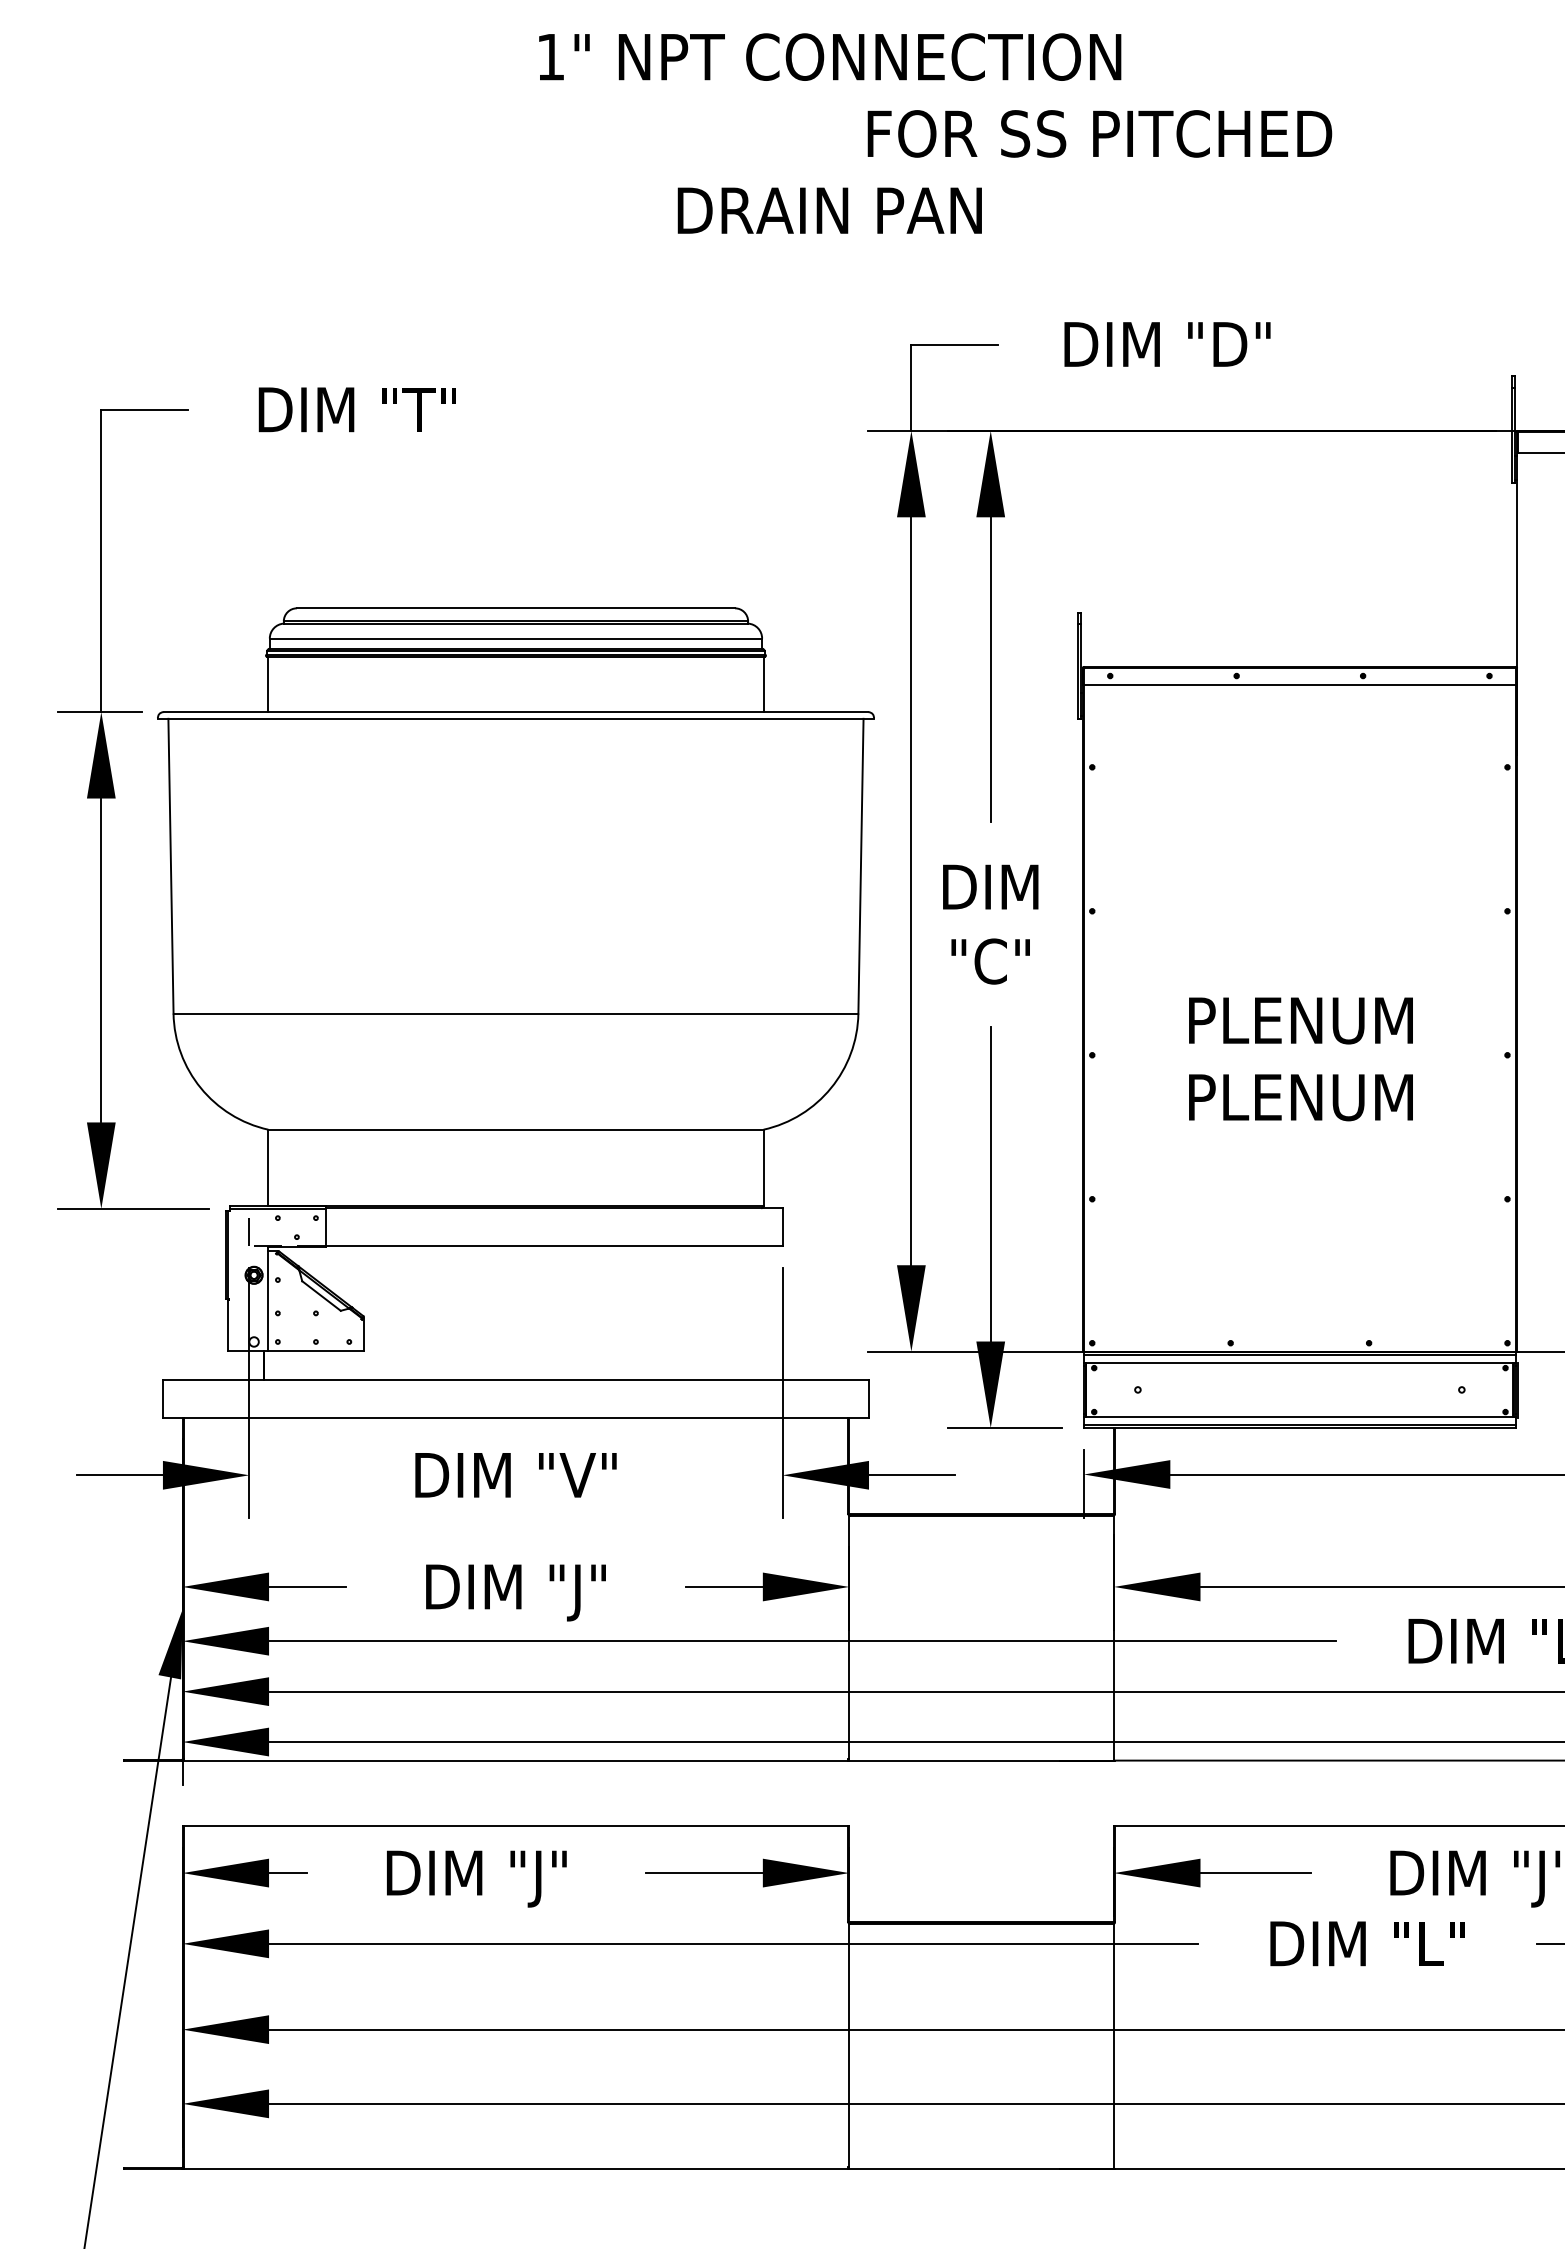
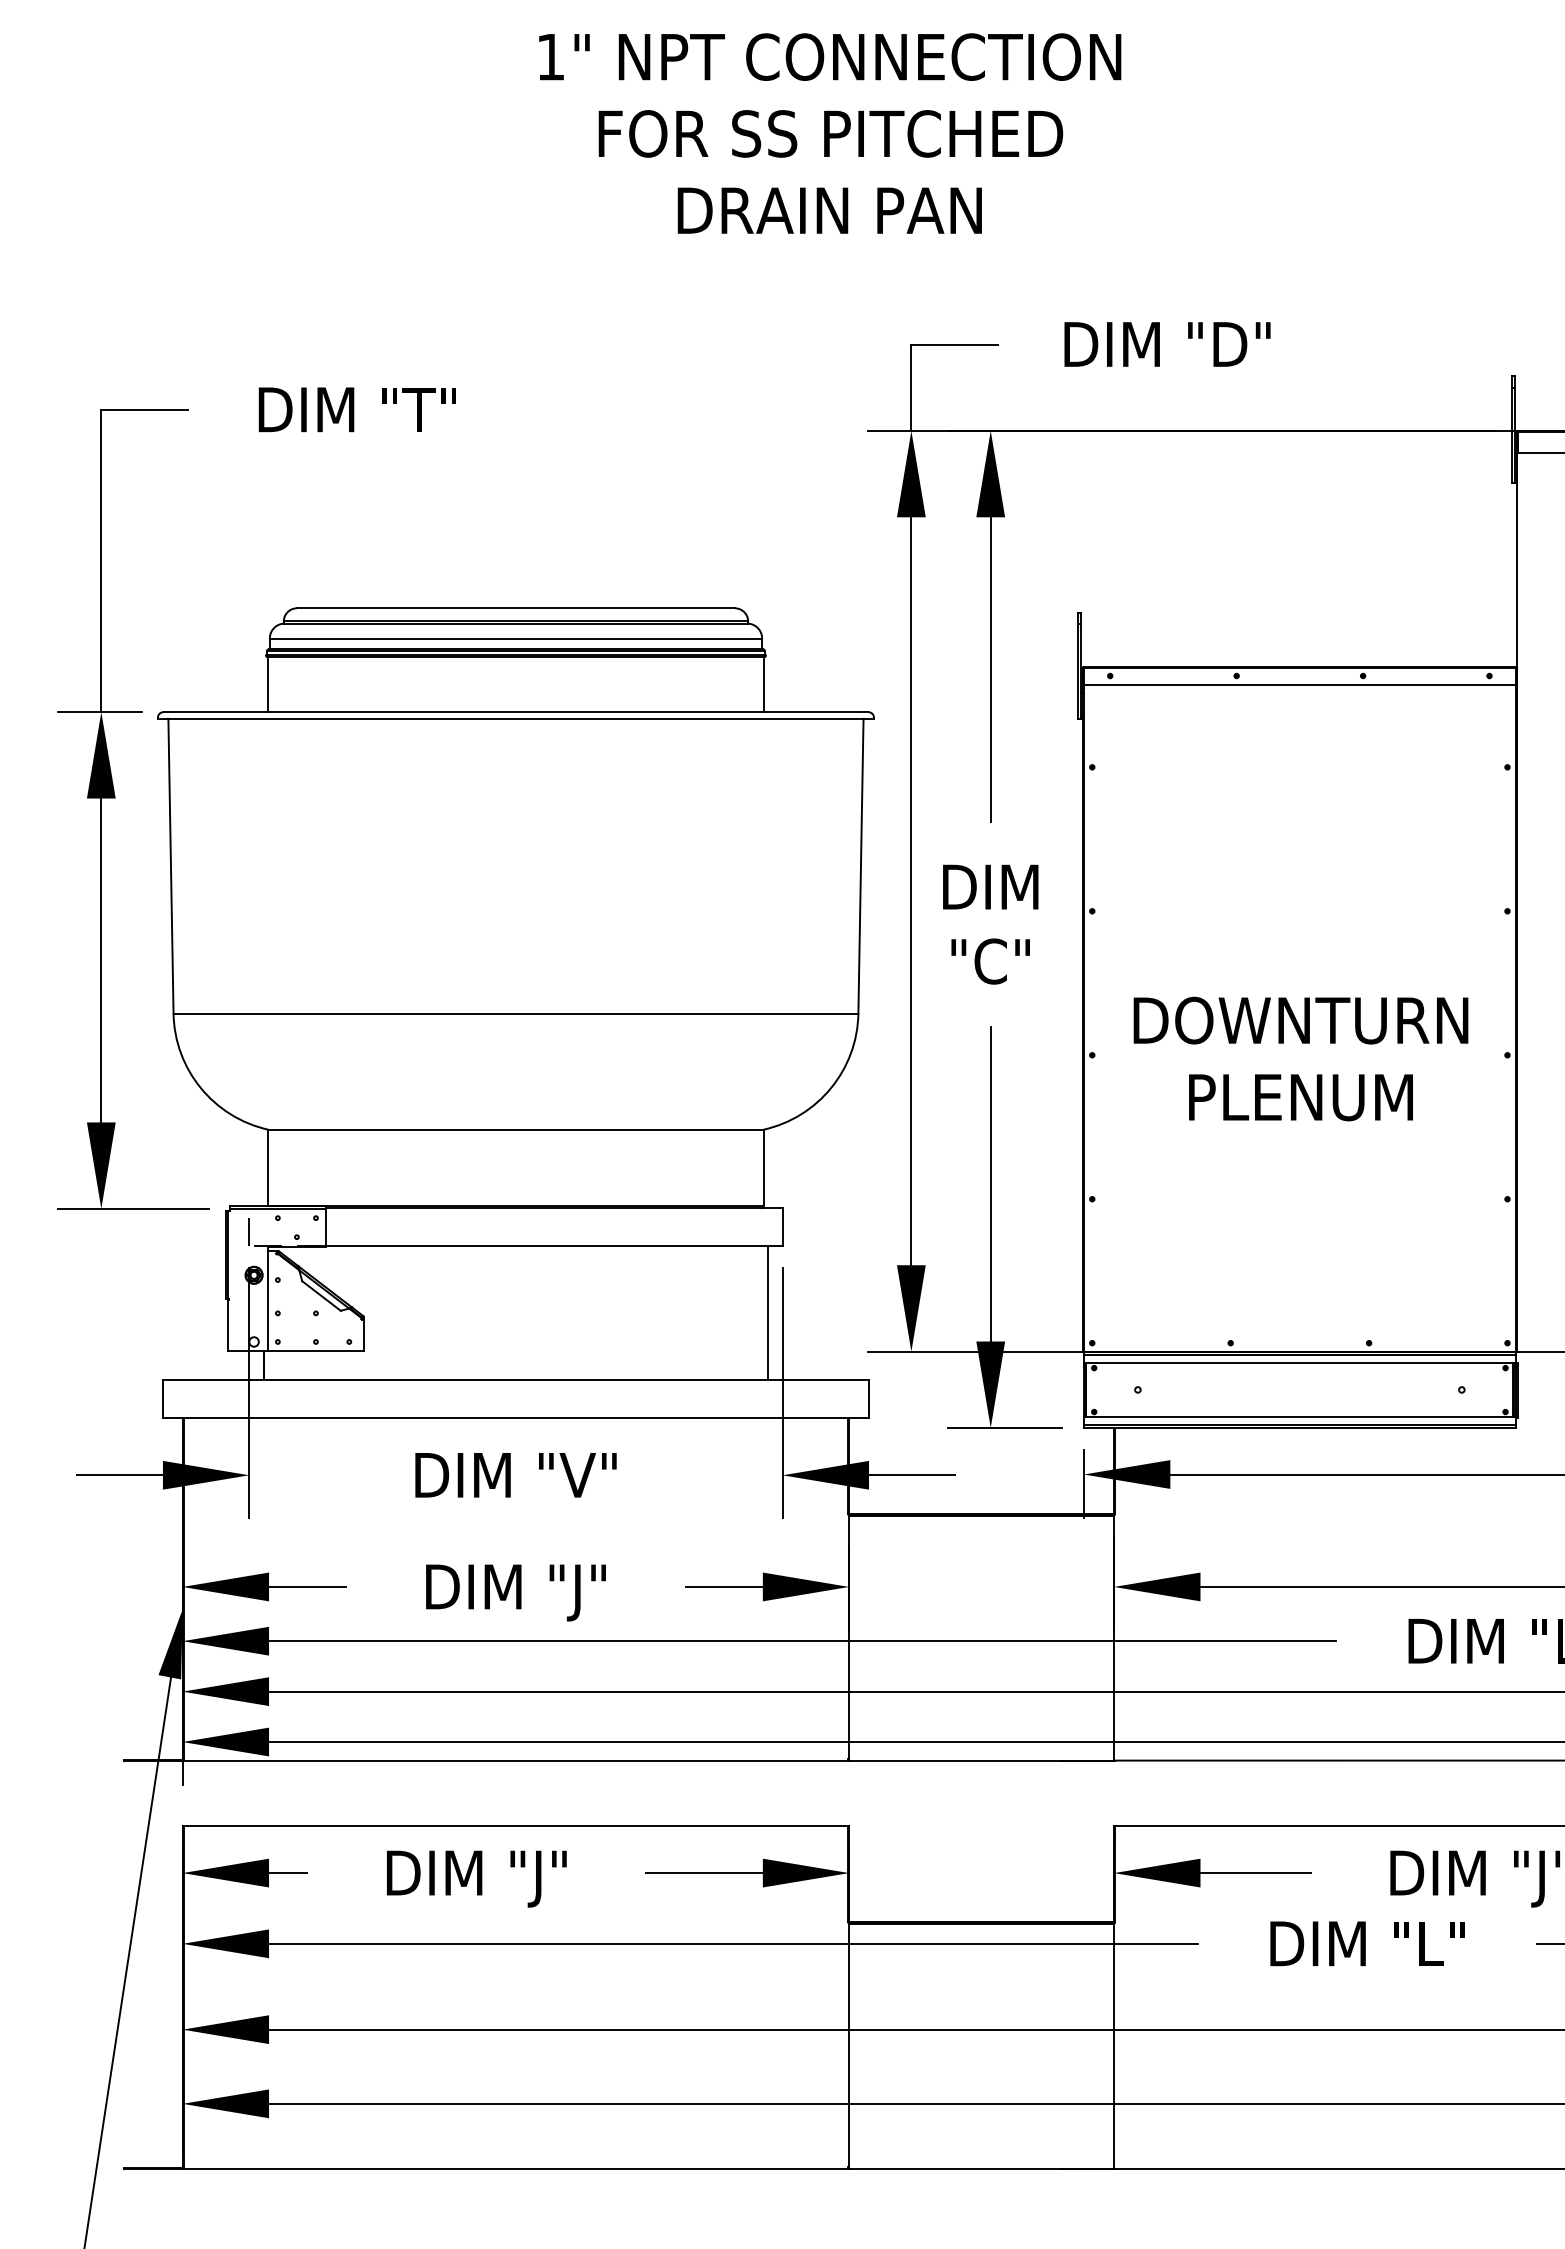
text at (1099, 133) position: (1099, 133) -> (830, 133)
text at (1300, 1020): PLENUM -> DOWNTURN
line at (768, 1312): none -> present
